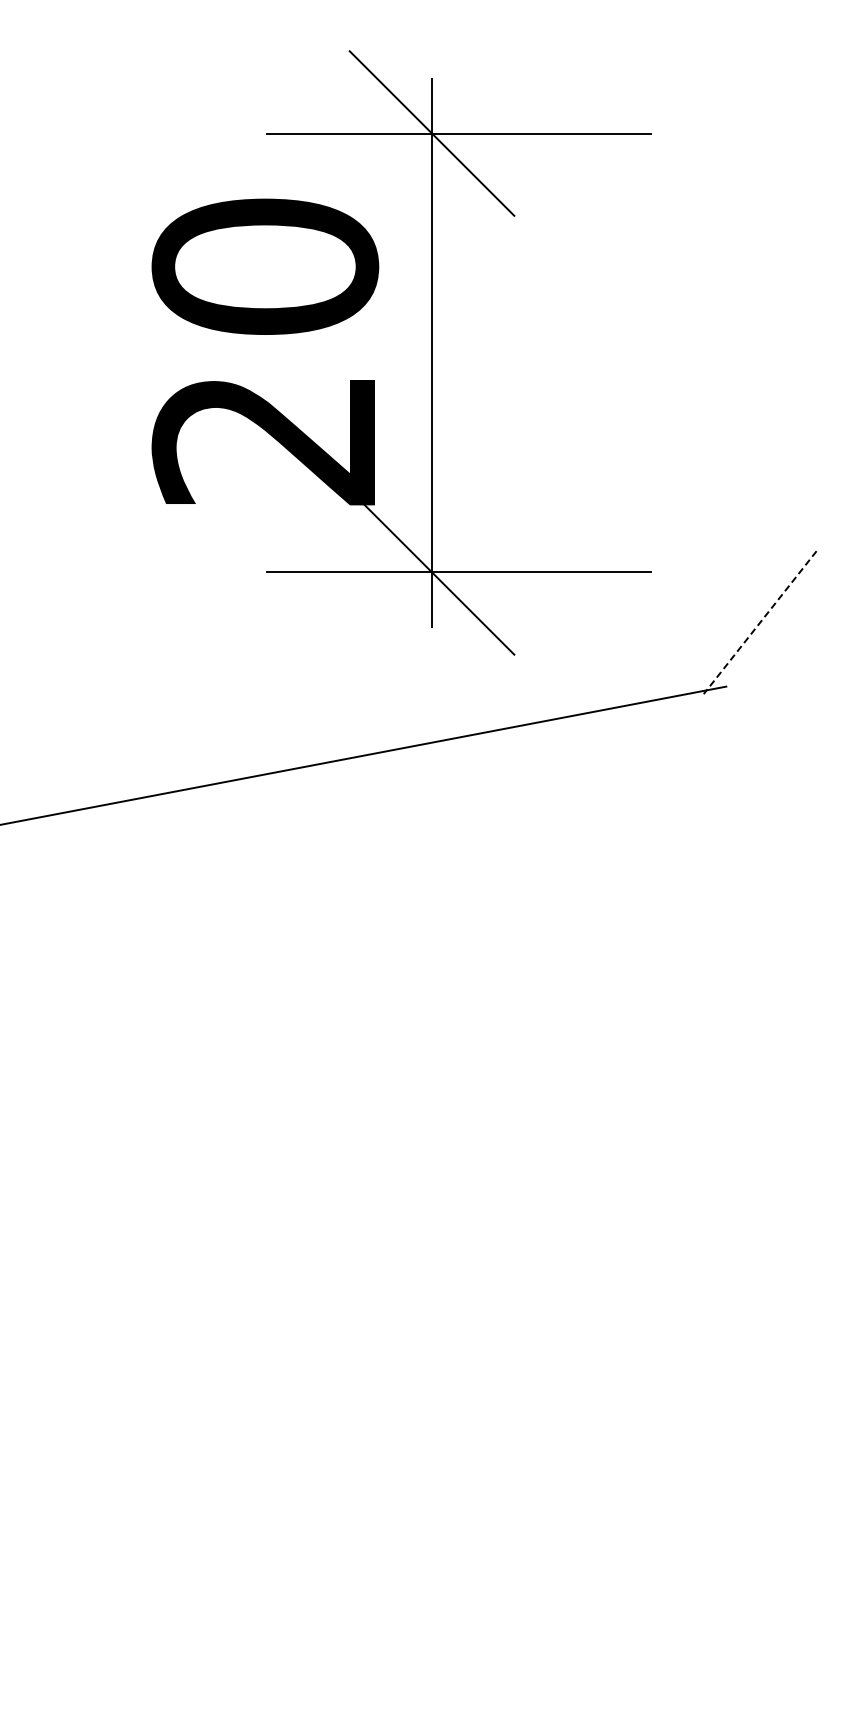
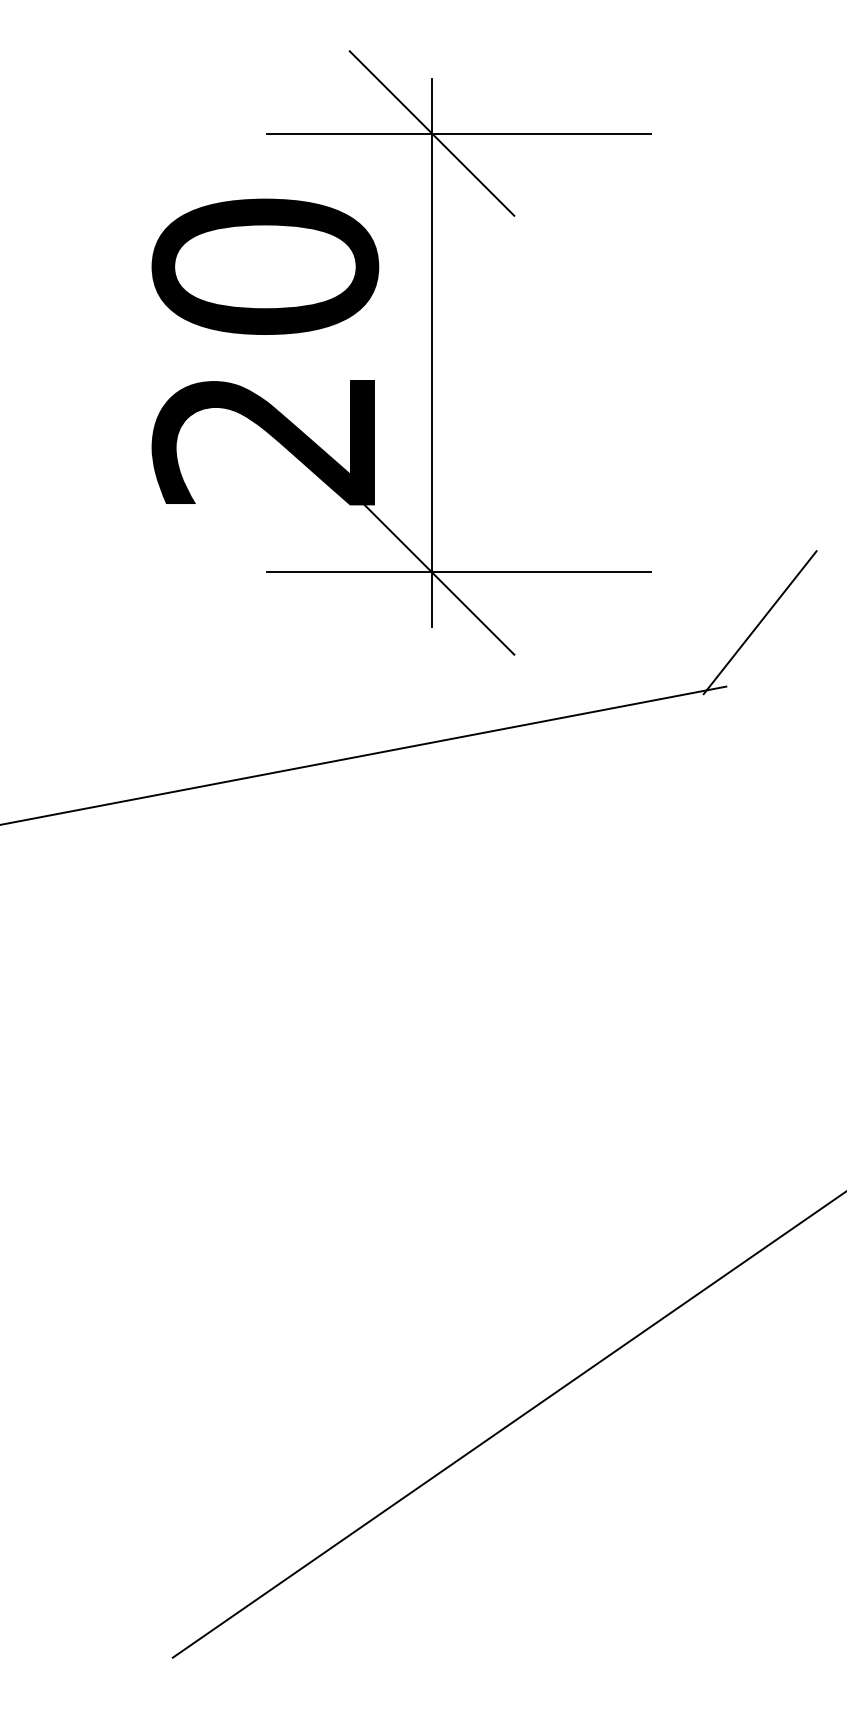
line at (759, 623): dashed -> solid
line at (507, 1425): none -> present
